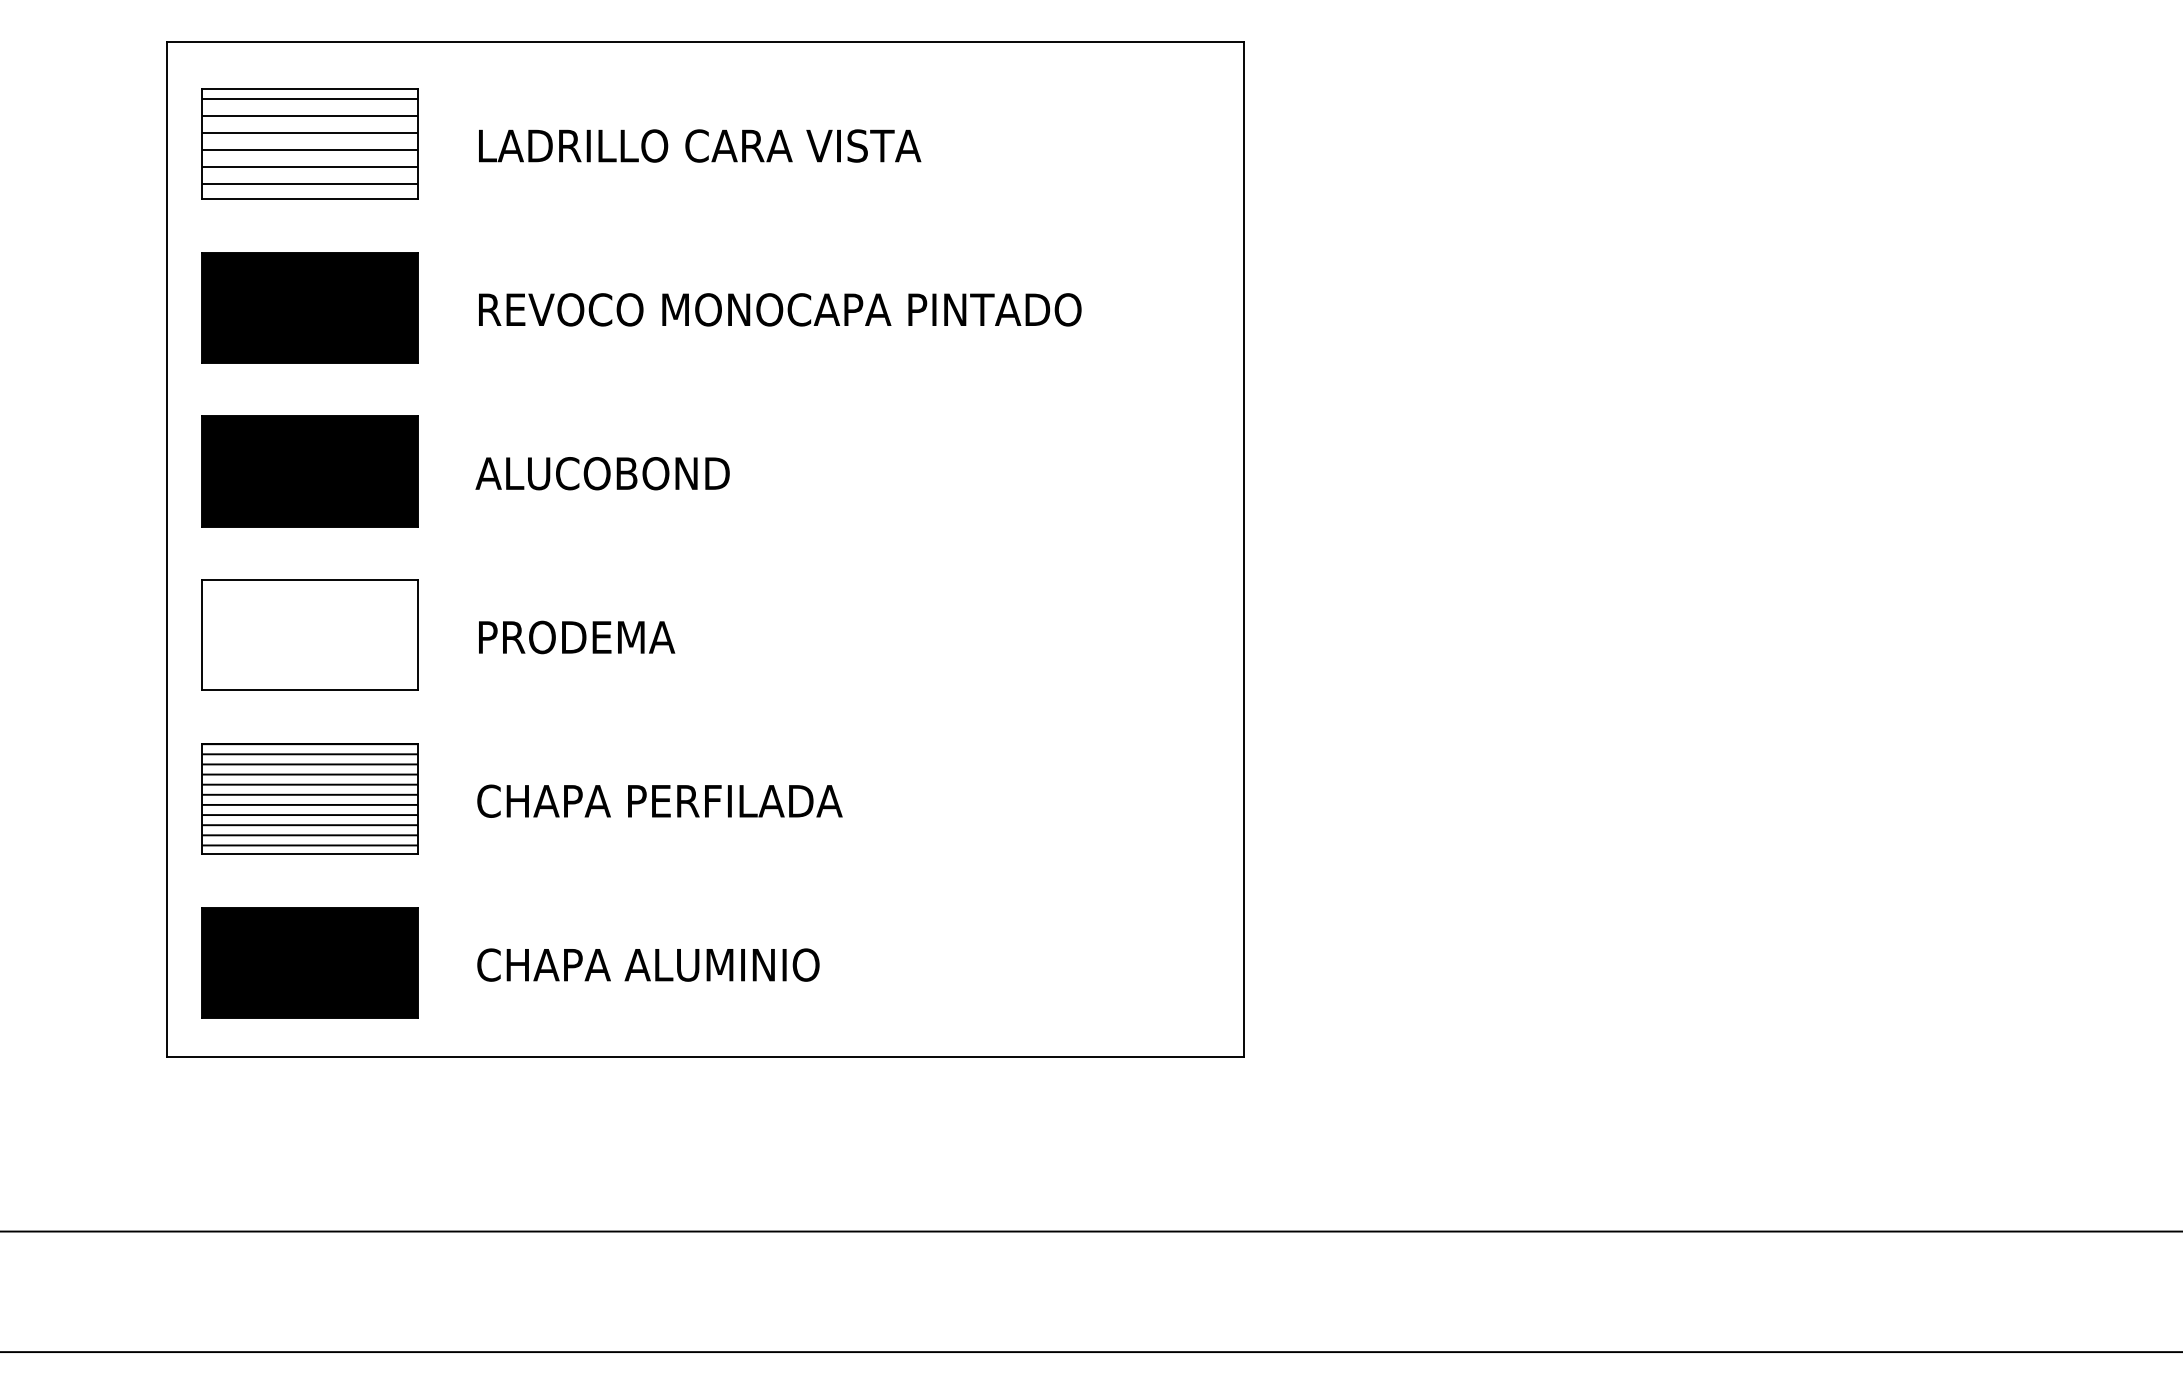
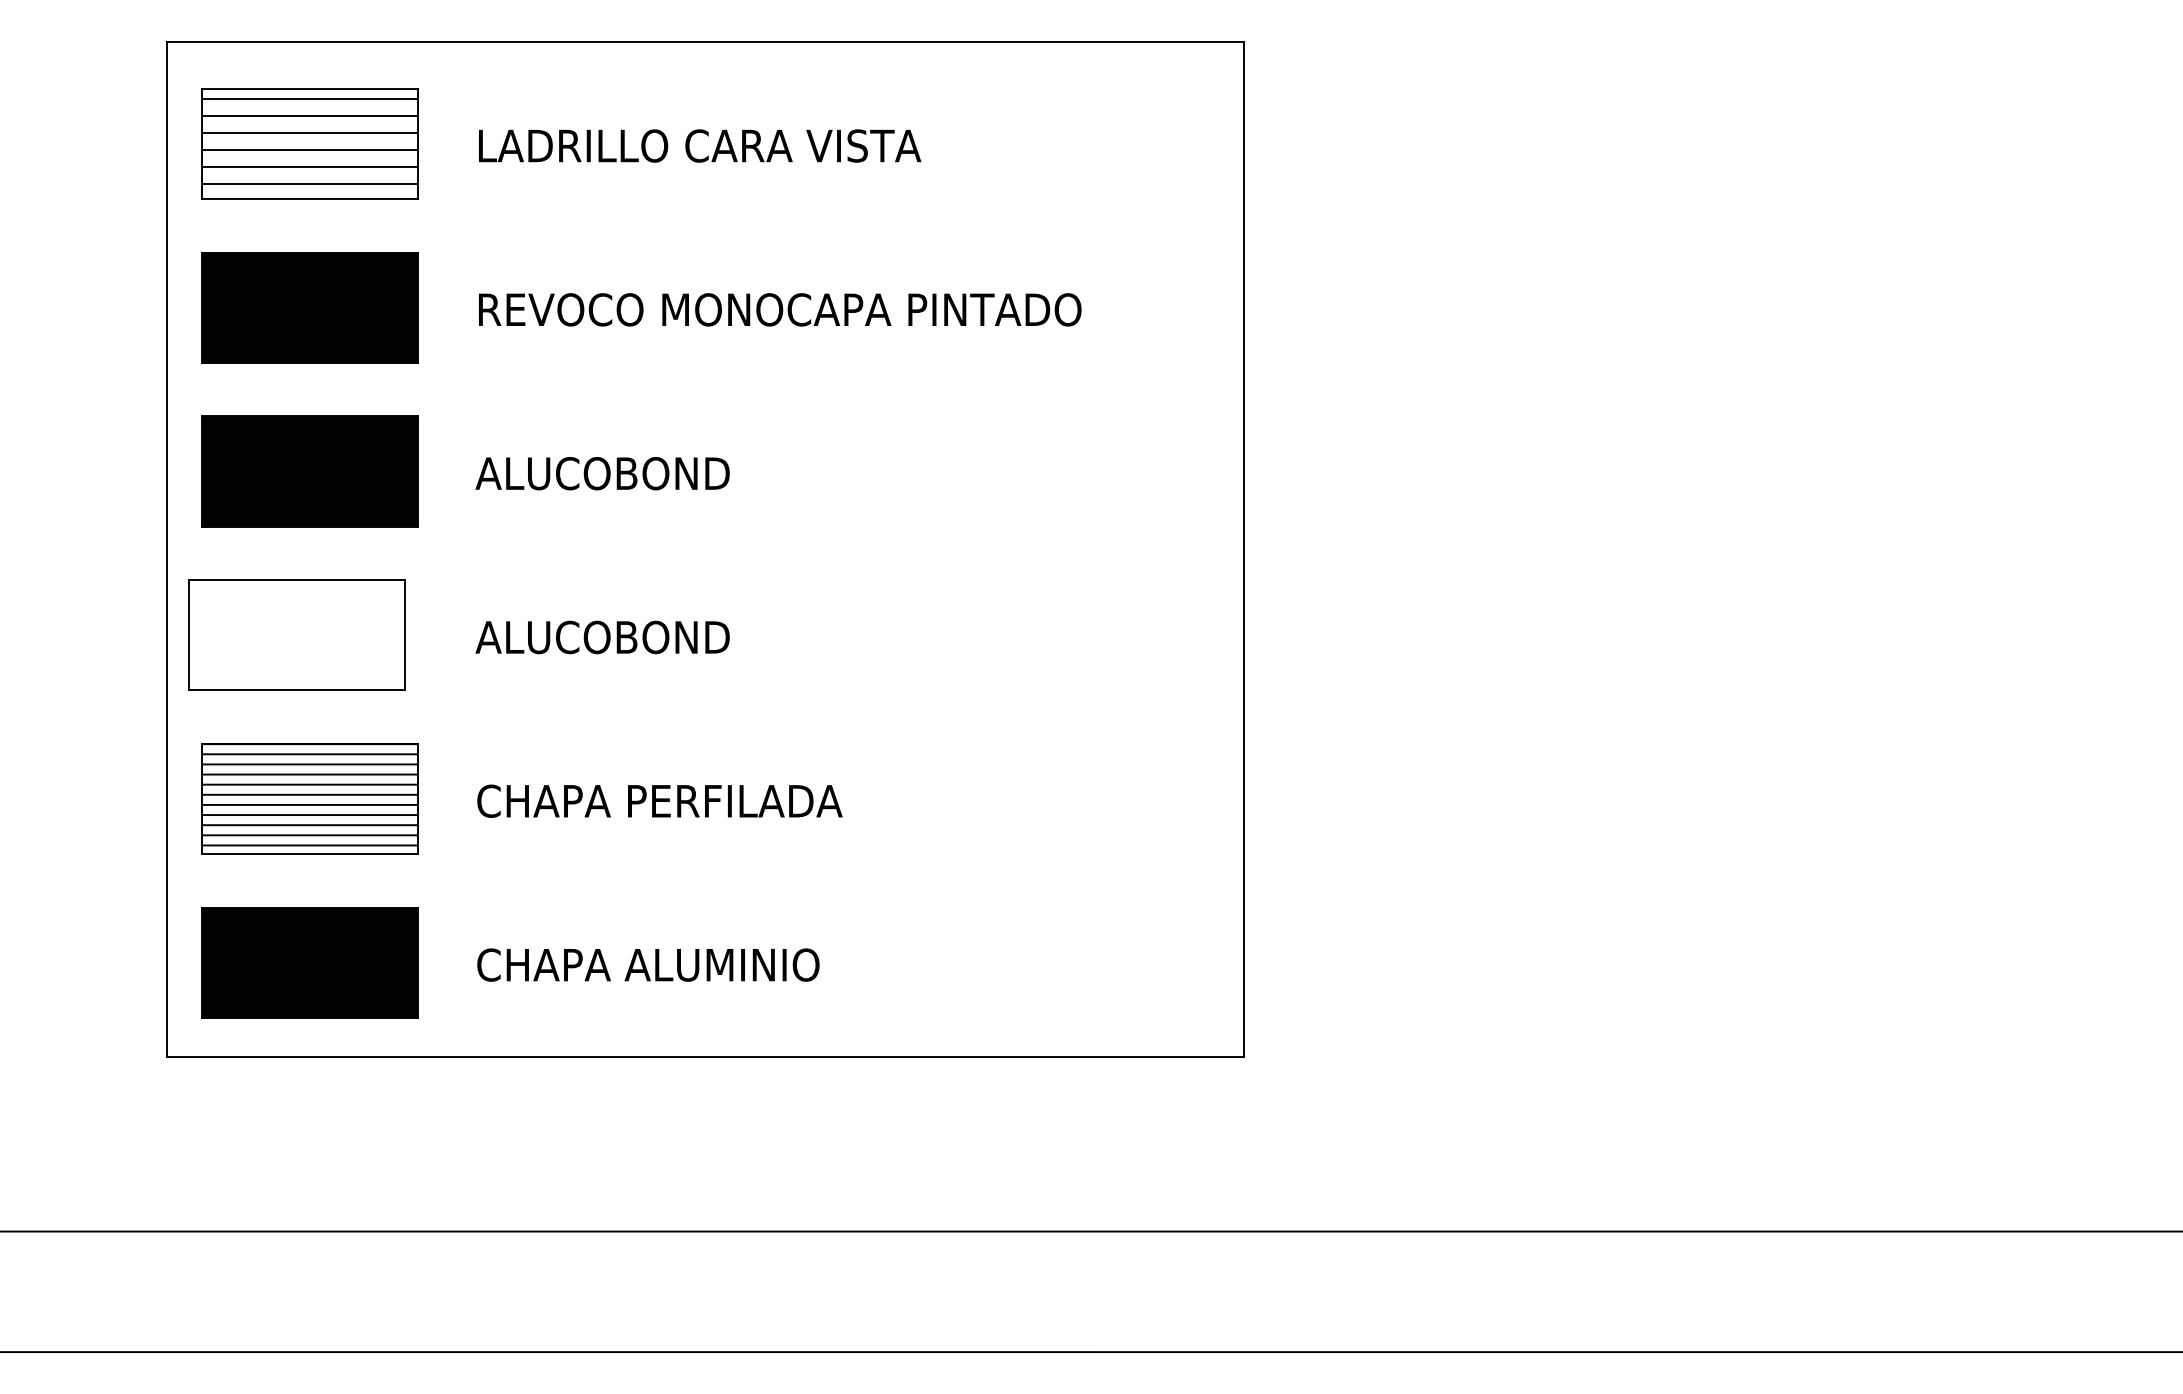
part at (309, 634) position: (309, 634) -> (296, 634)
text at (602, 637): PRODEMA -> ALUCOBOND
